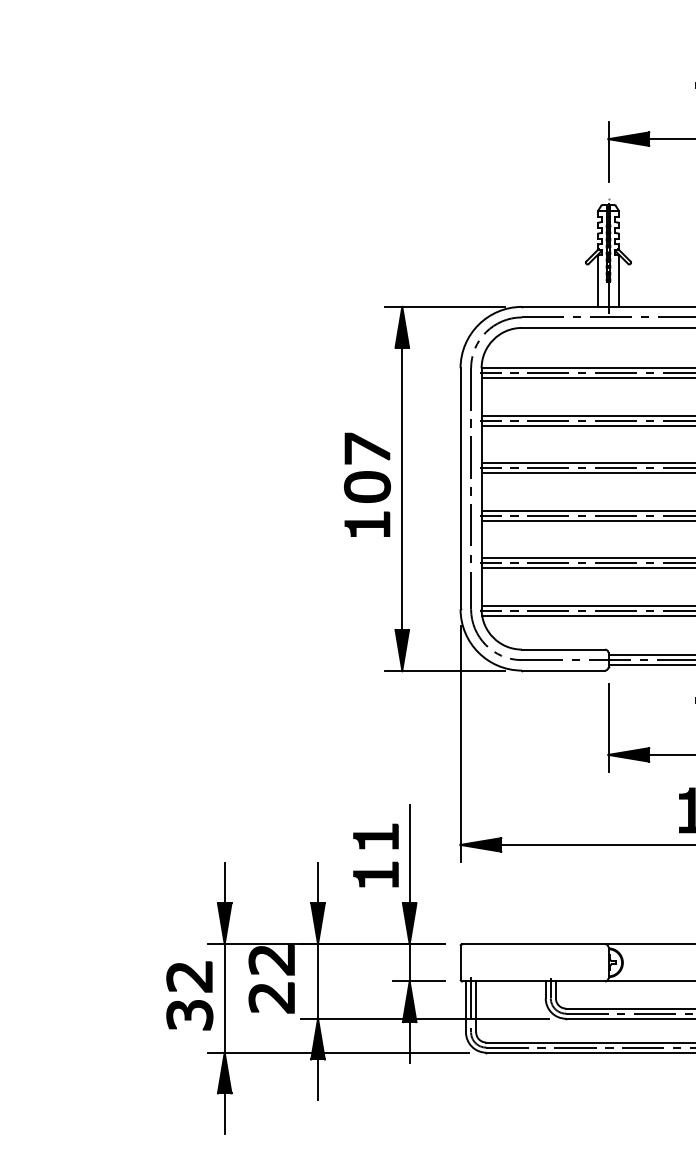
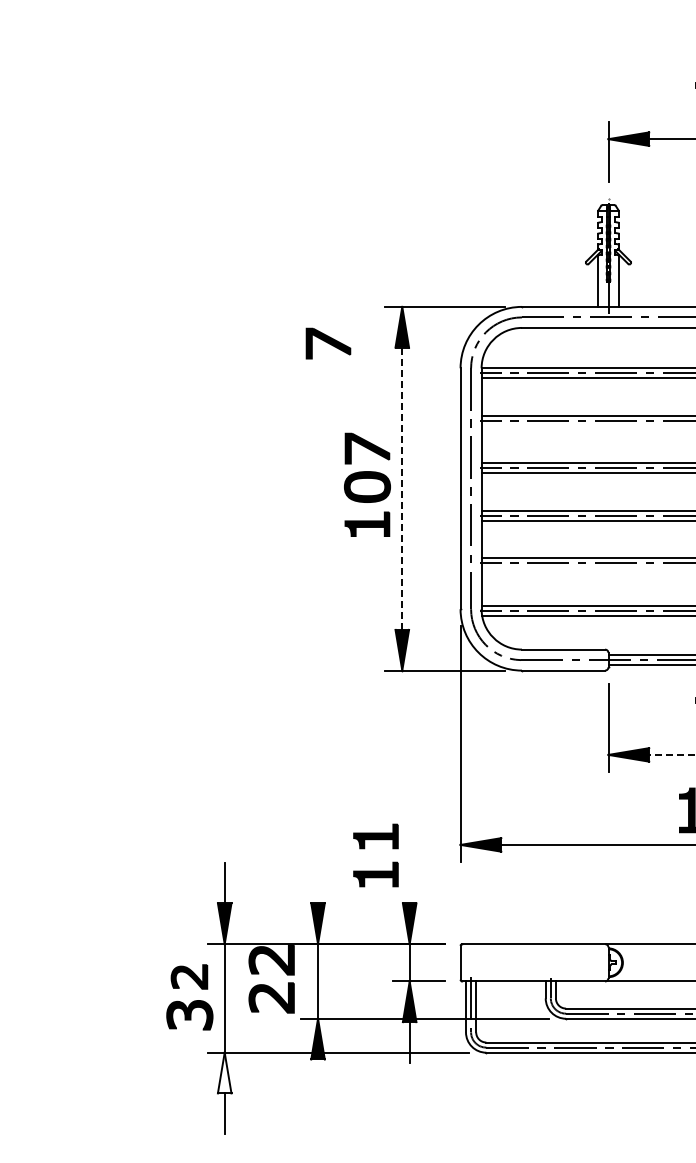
part at (328, 343): none -> present
line at (586, 425): present -> none
line at (402, 489): solid -> dashed
line at (586, 568): present -> none
line at (672, 754): solid -> dashed
line at (409, 854): present -> none
line at (318, 882): present -> none
part at (189, 976) size: 47x32 px -> 39x26 px
fill at (224, 1072): present -> none
line at (318, 1079): present -> none
